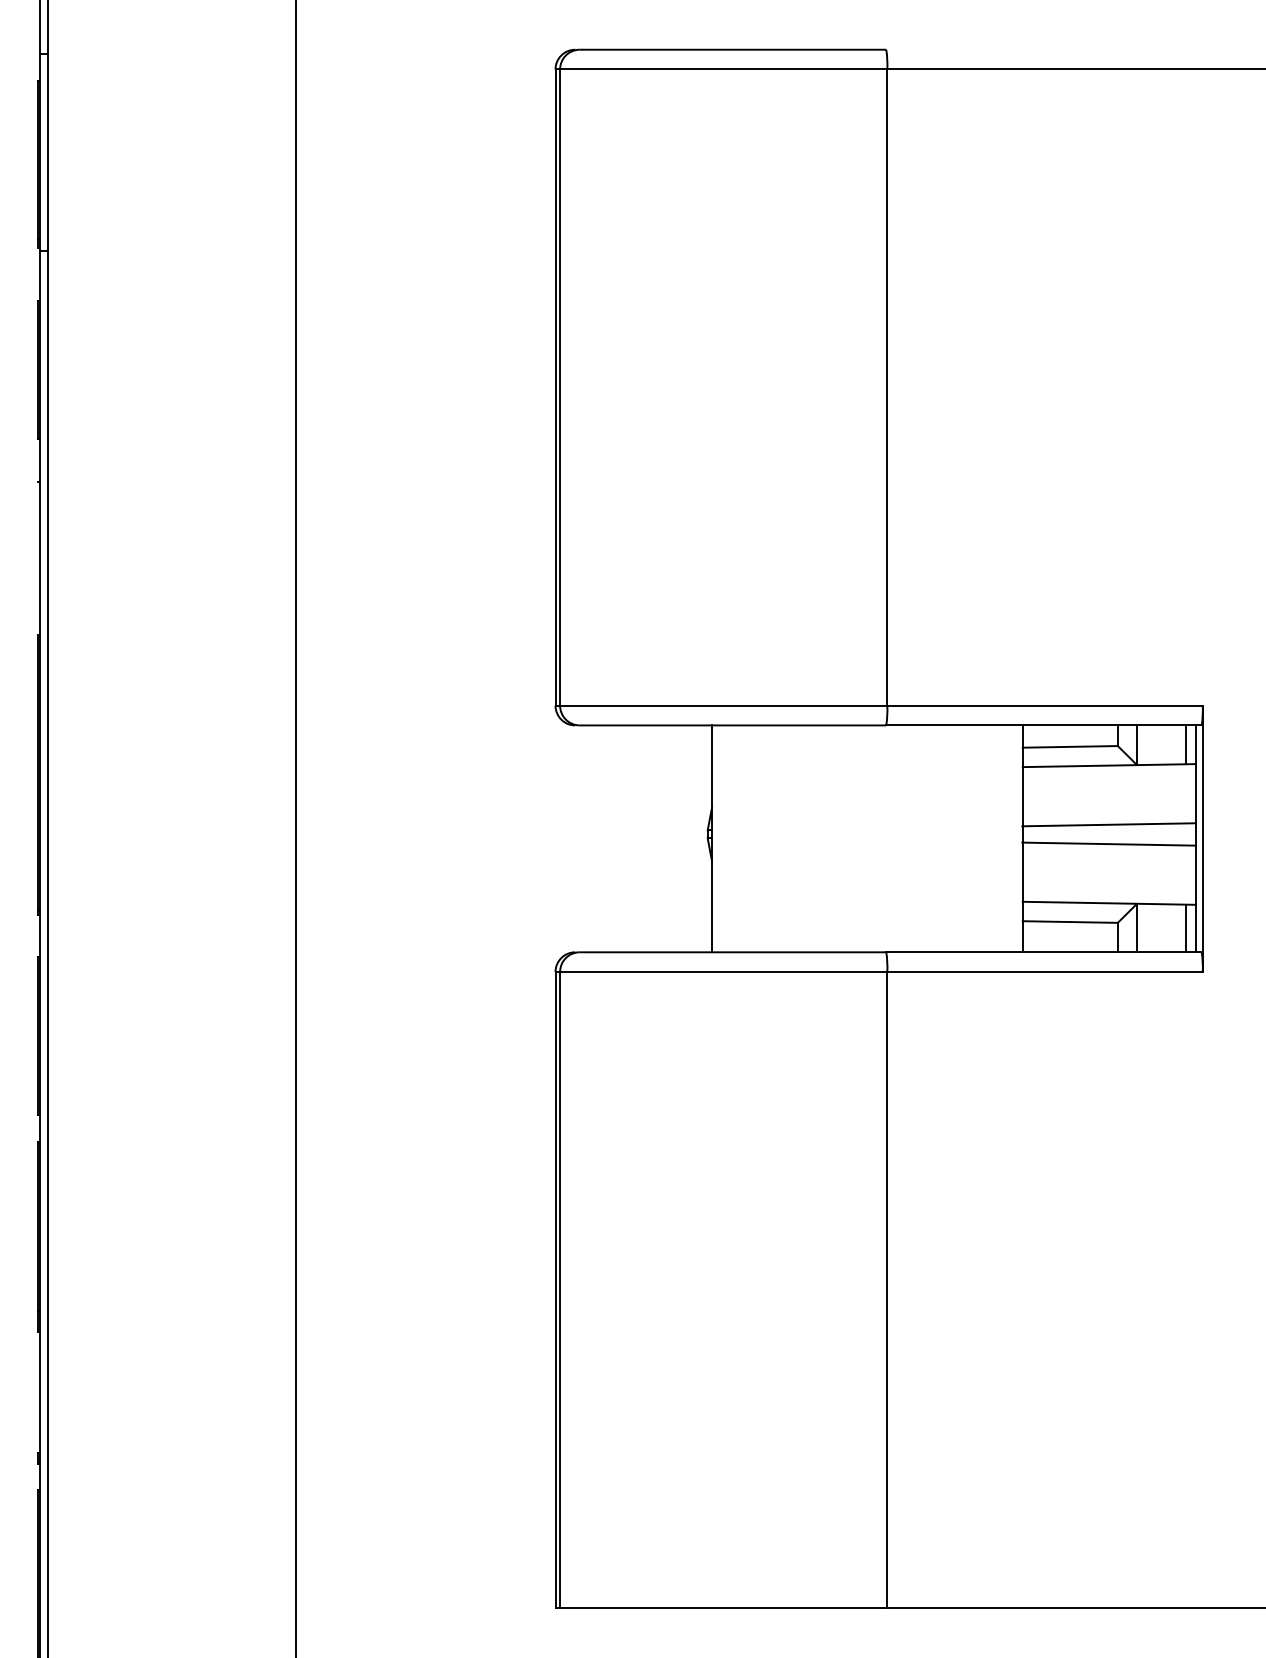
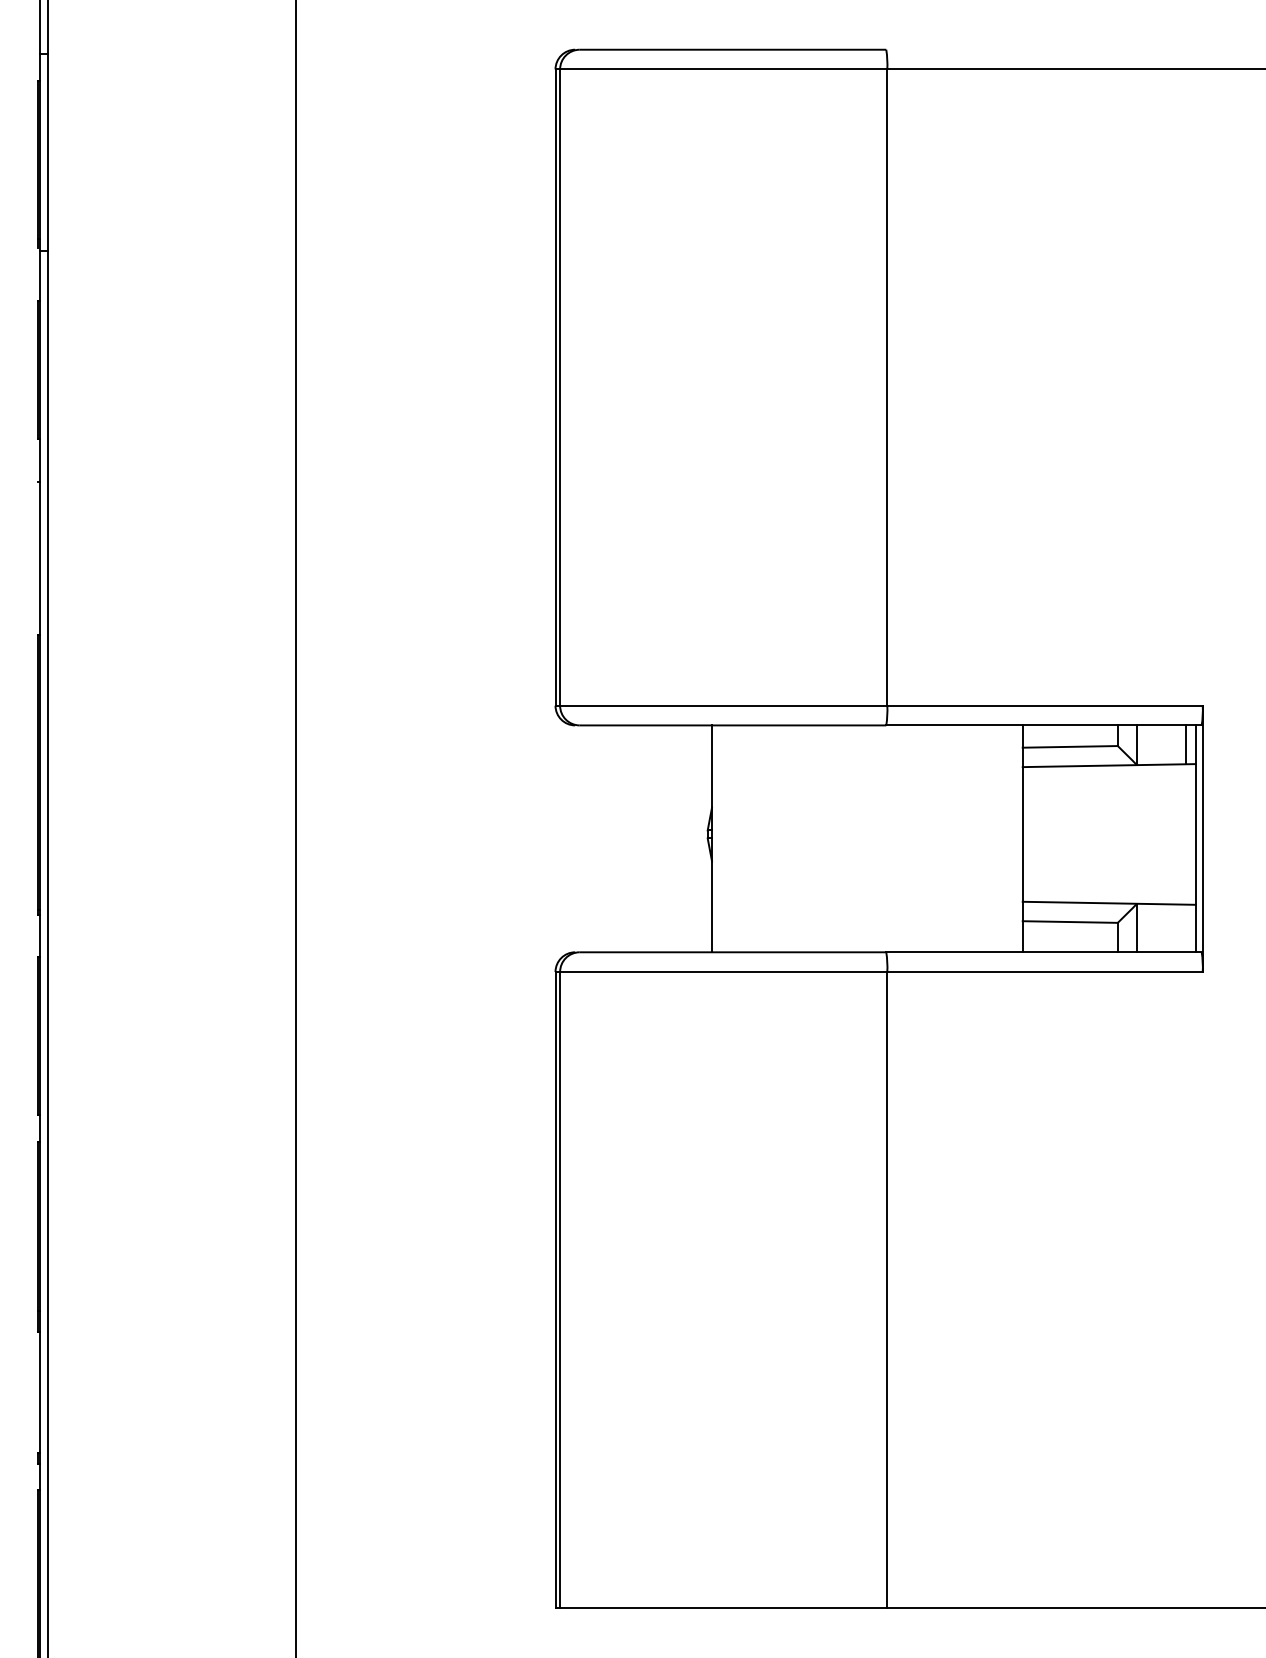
line at (1108, 824): present -> none
line at (1108, 843): present -> none
line at (1186, 928): present -> none
